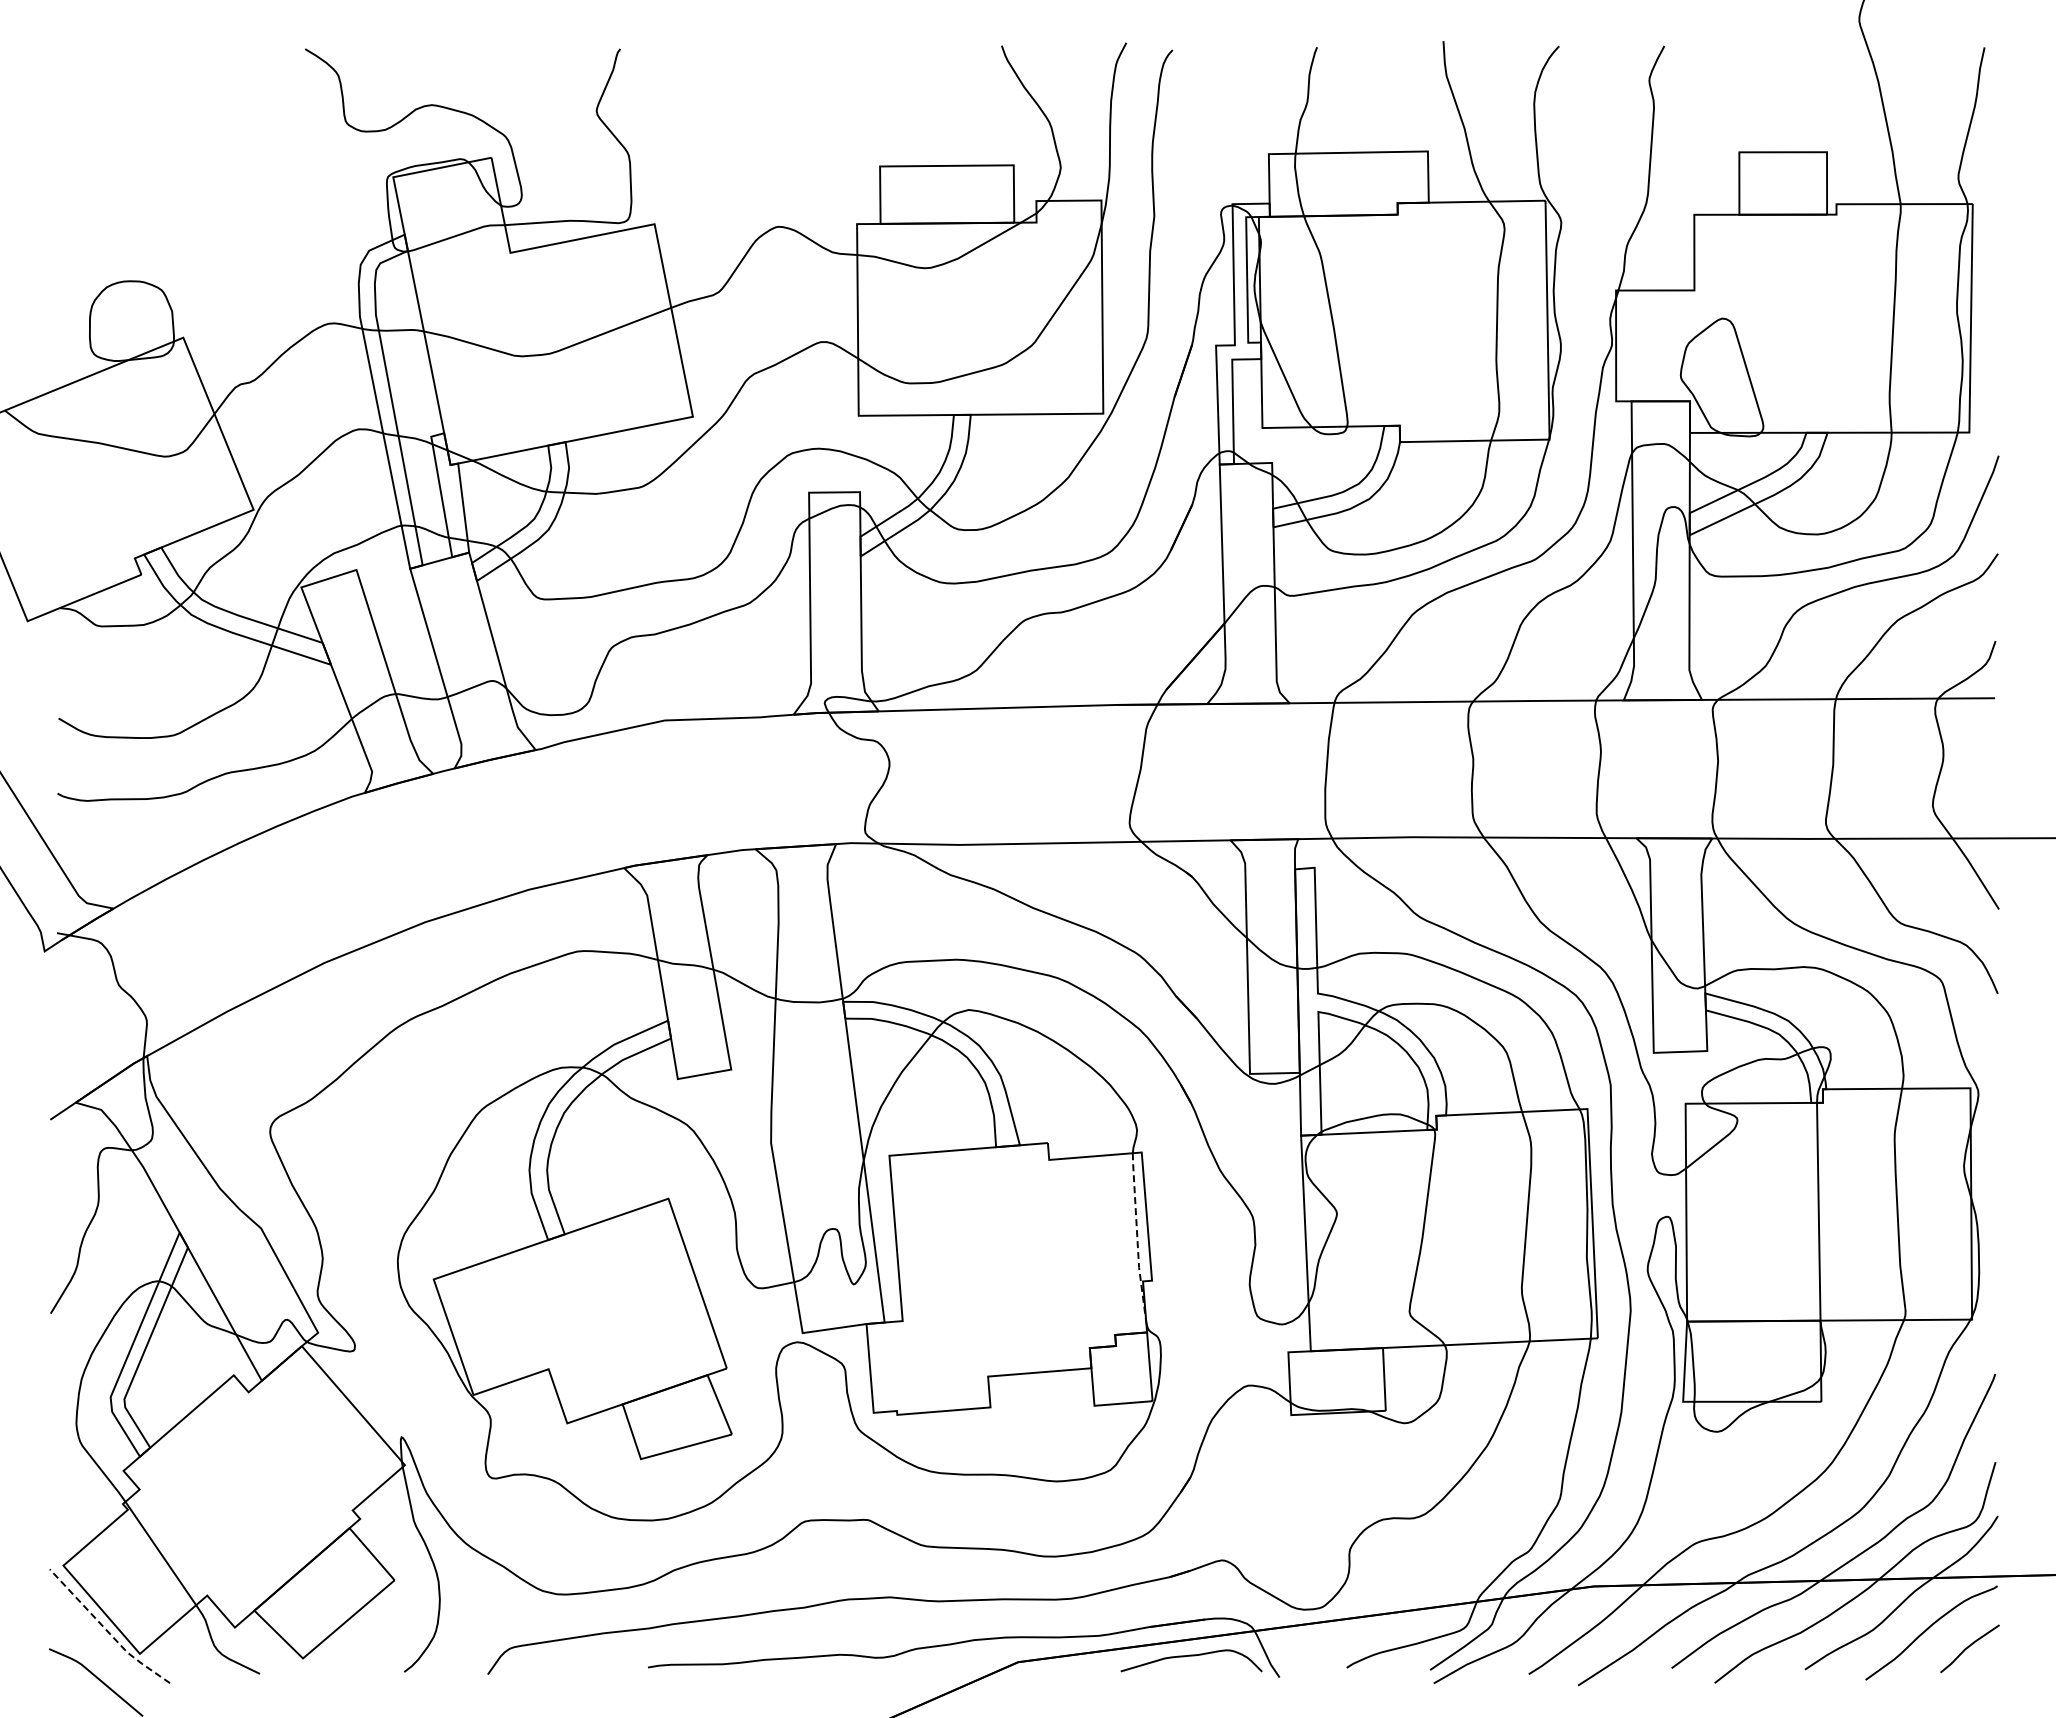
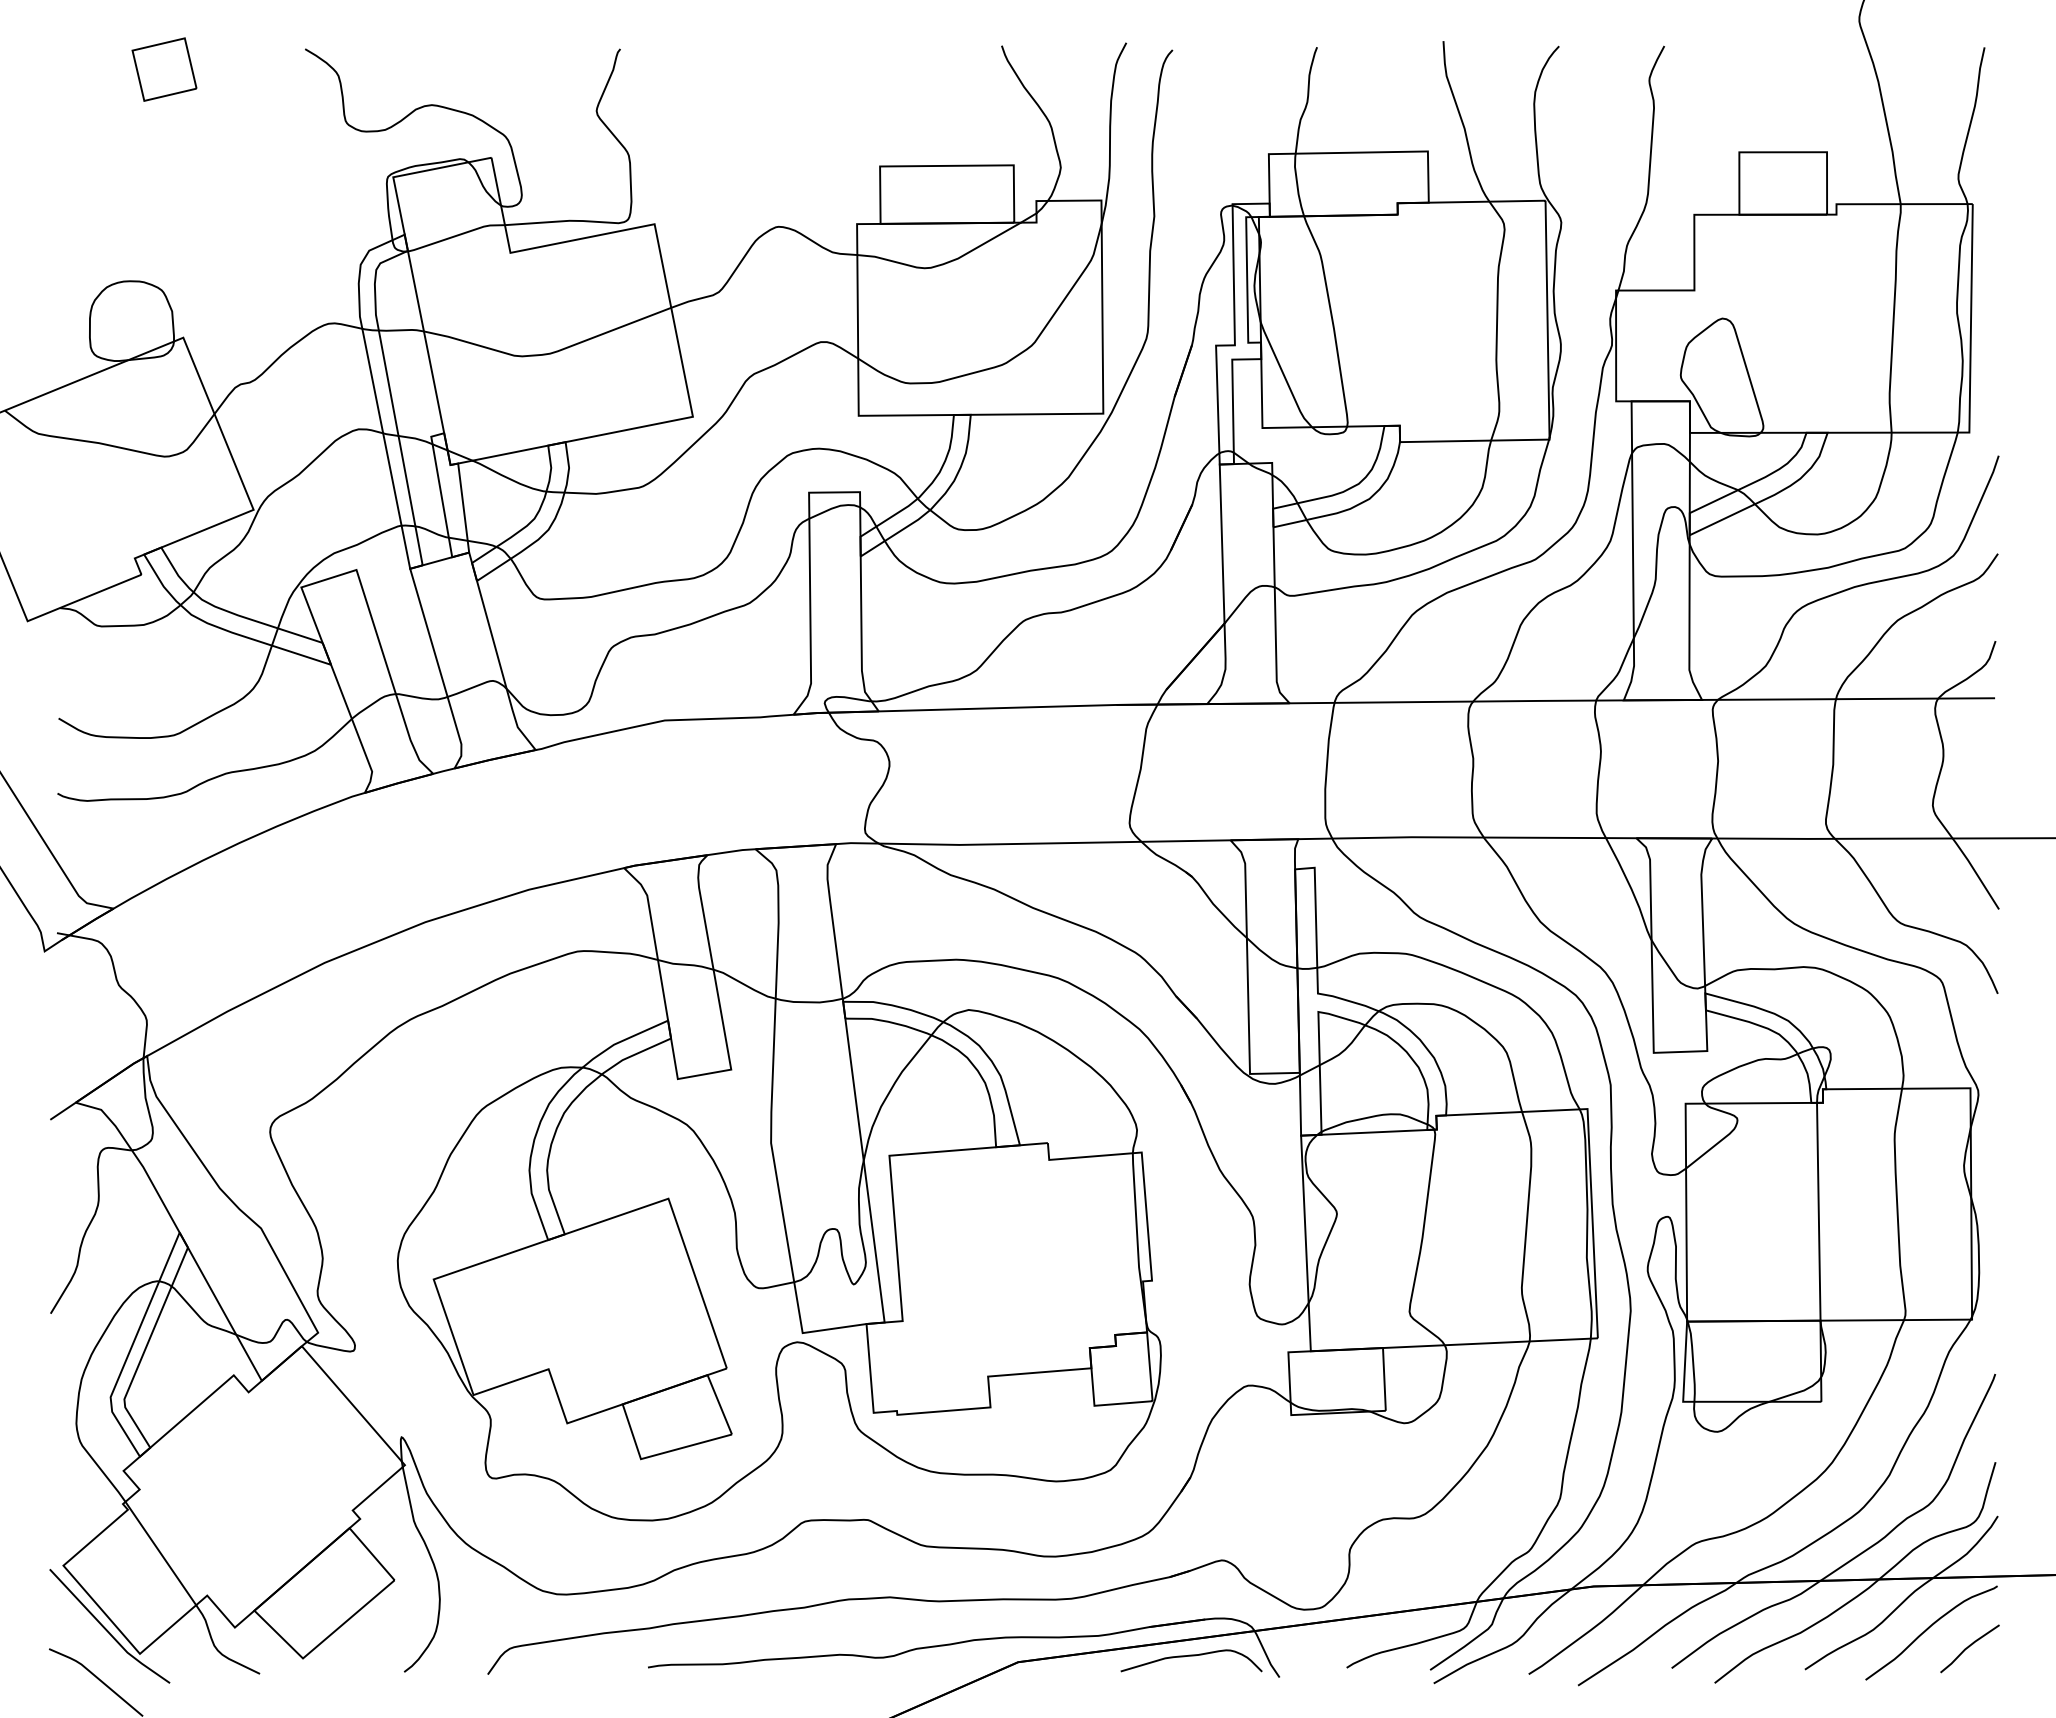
part at (164, 69): none -> present
line at (1137, 1238): dashed -> solid
line at (107, 1631): dashed -> solid
